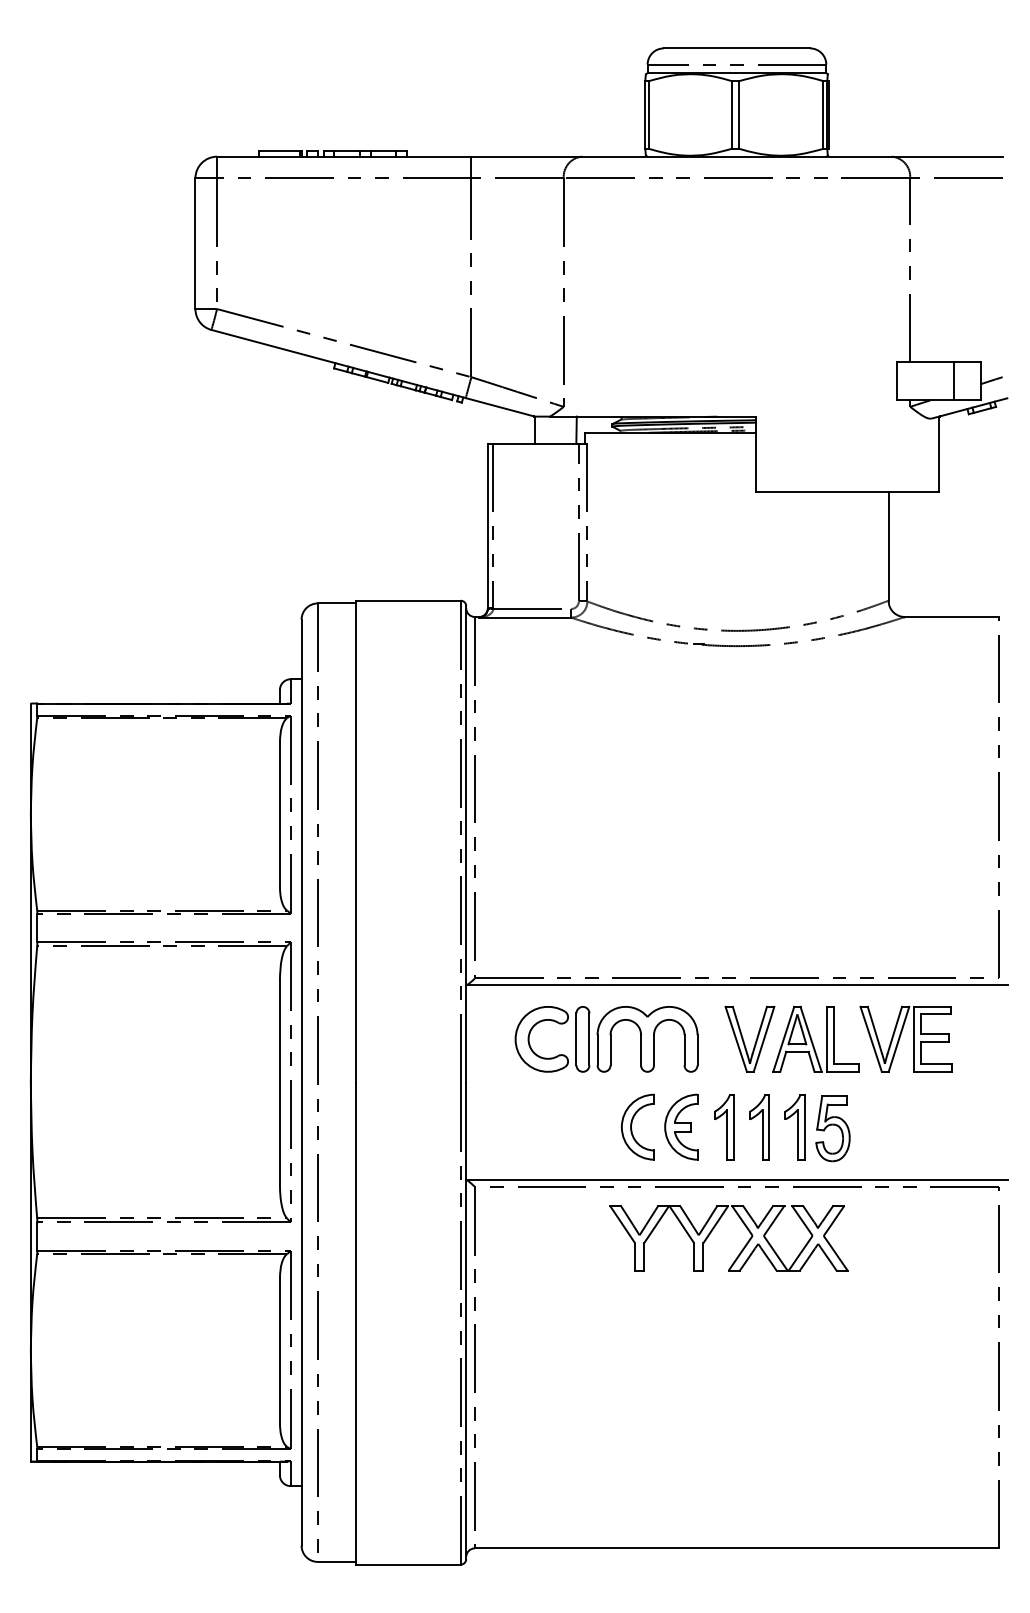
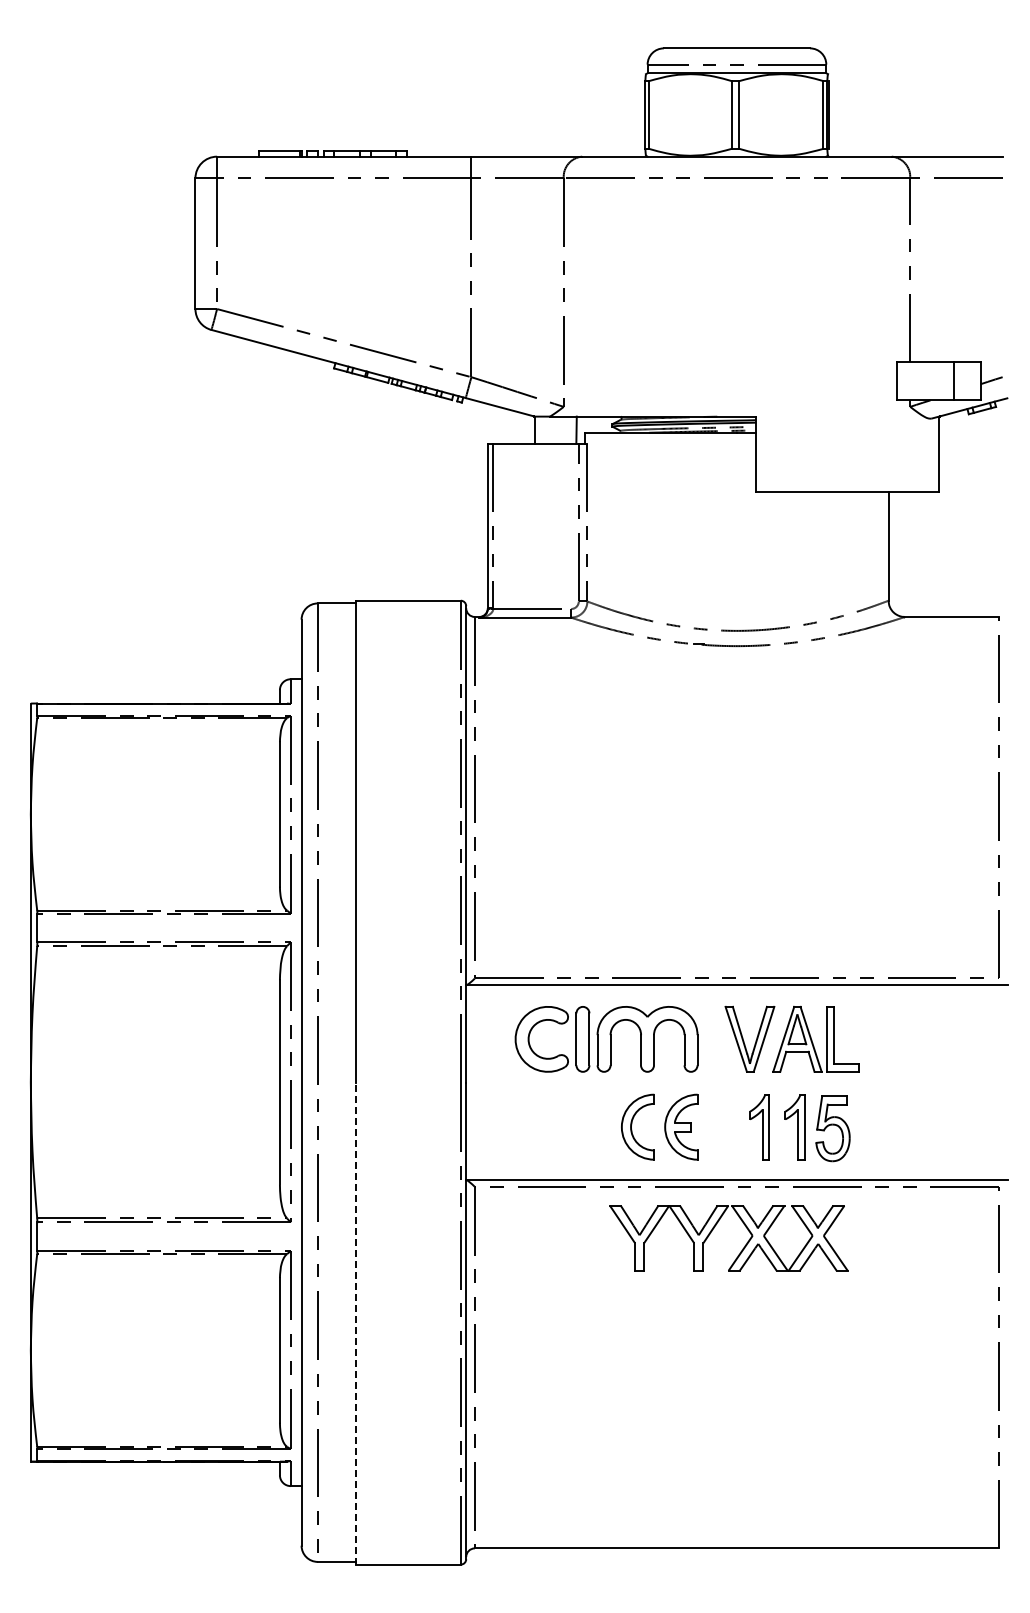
part at (905, 1038): present -> none
part at (724, 1127): present -> none
line at (355, 1323): solid -> dashed
